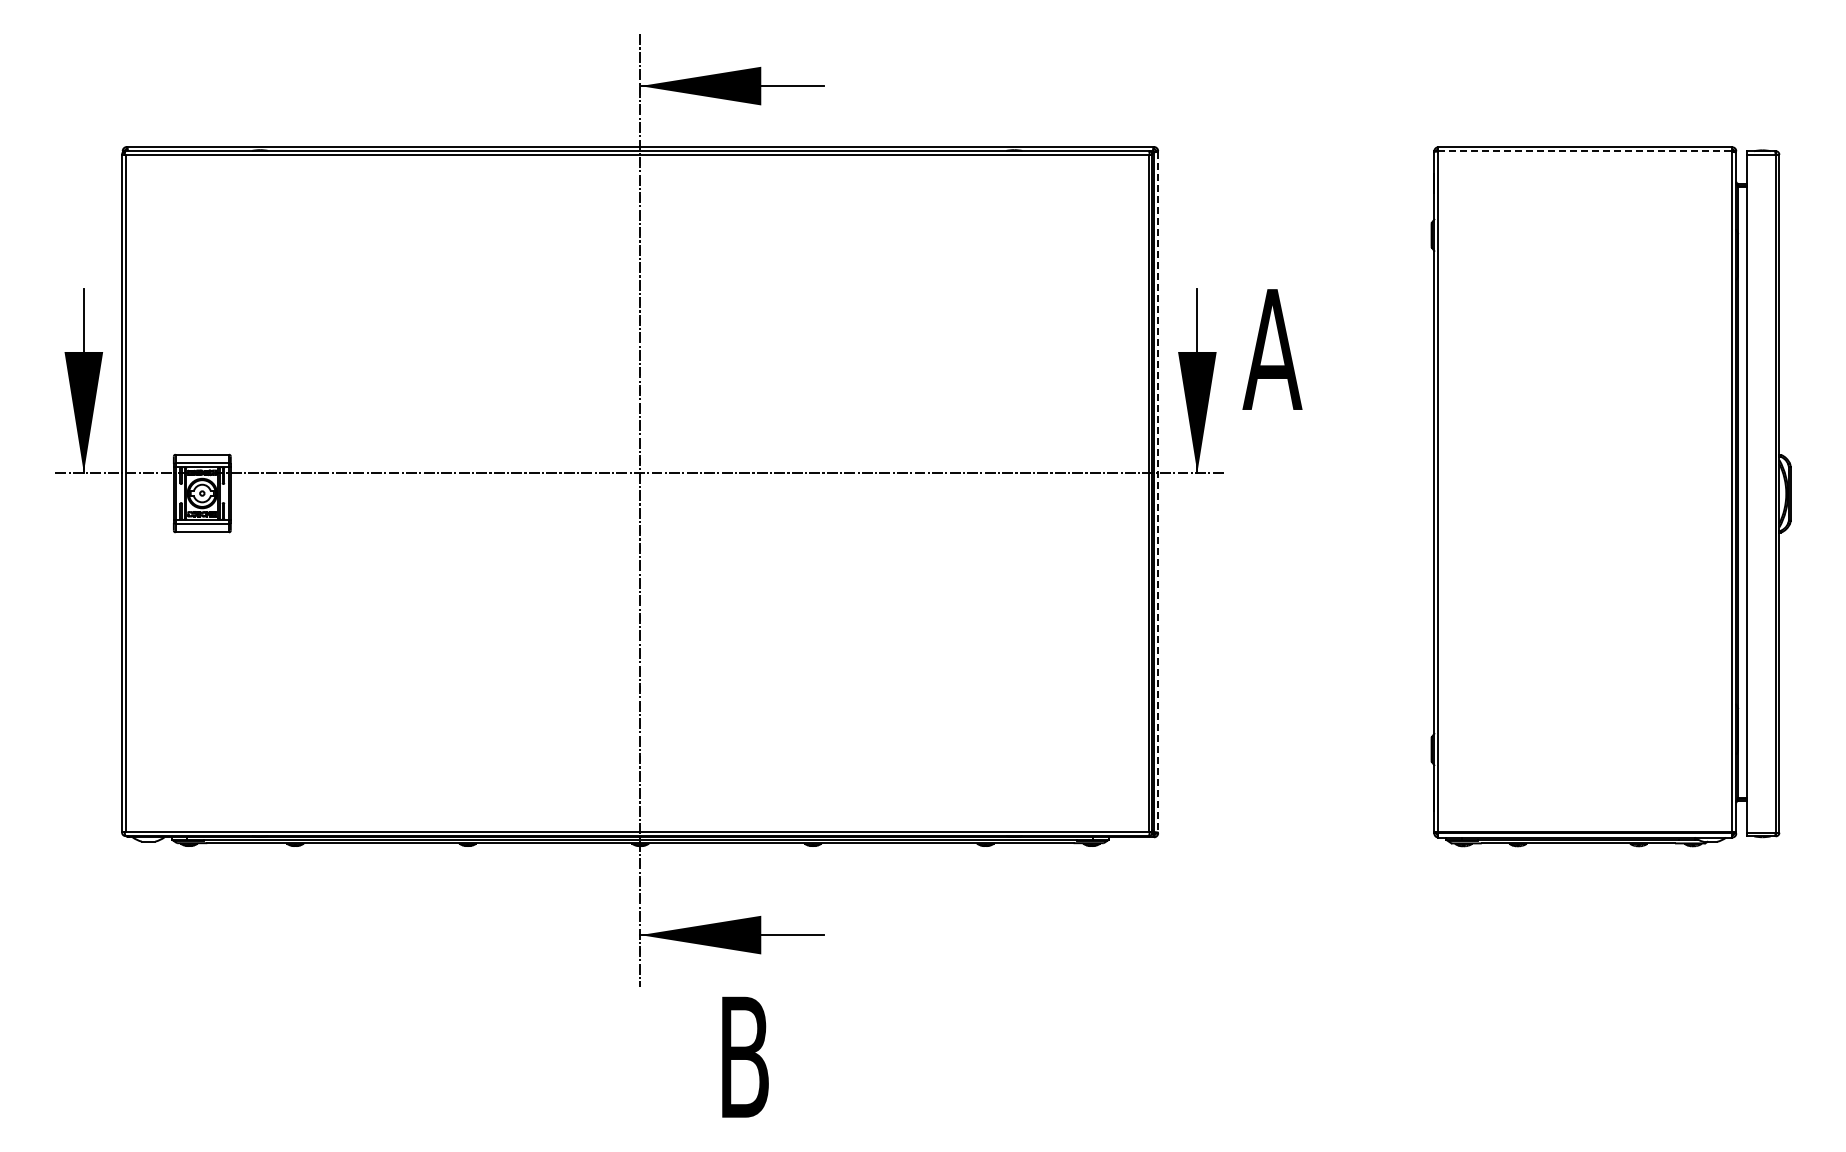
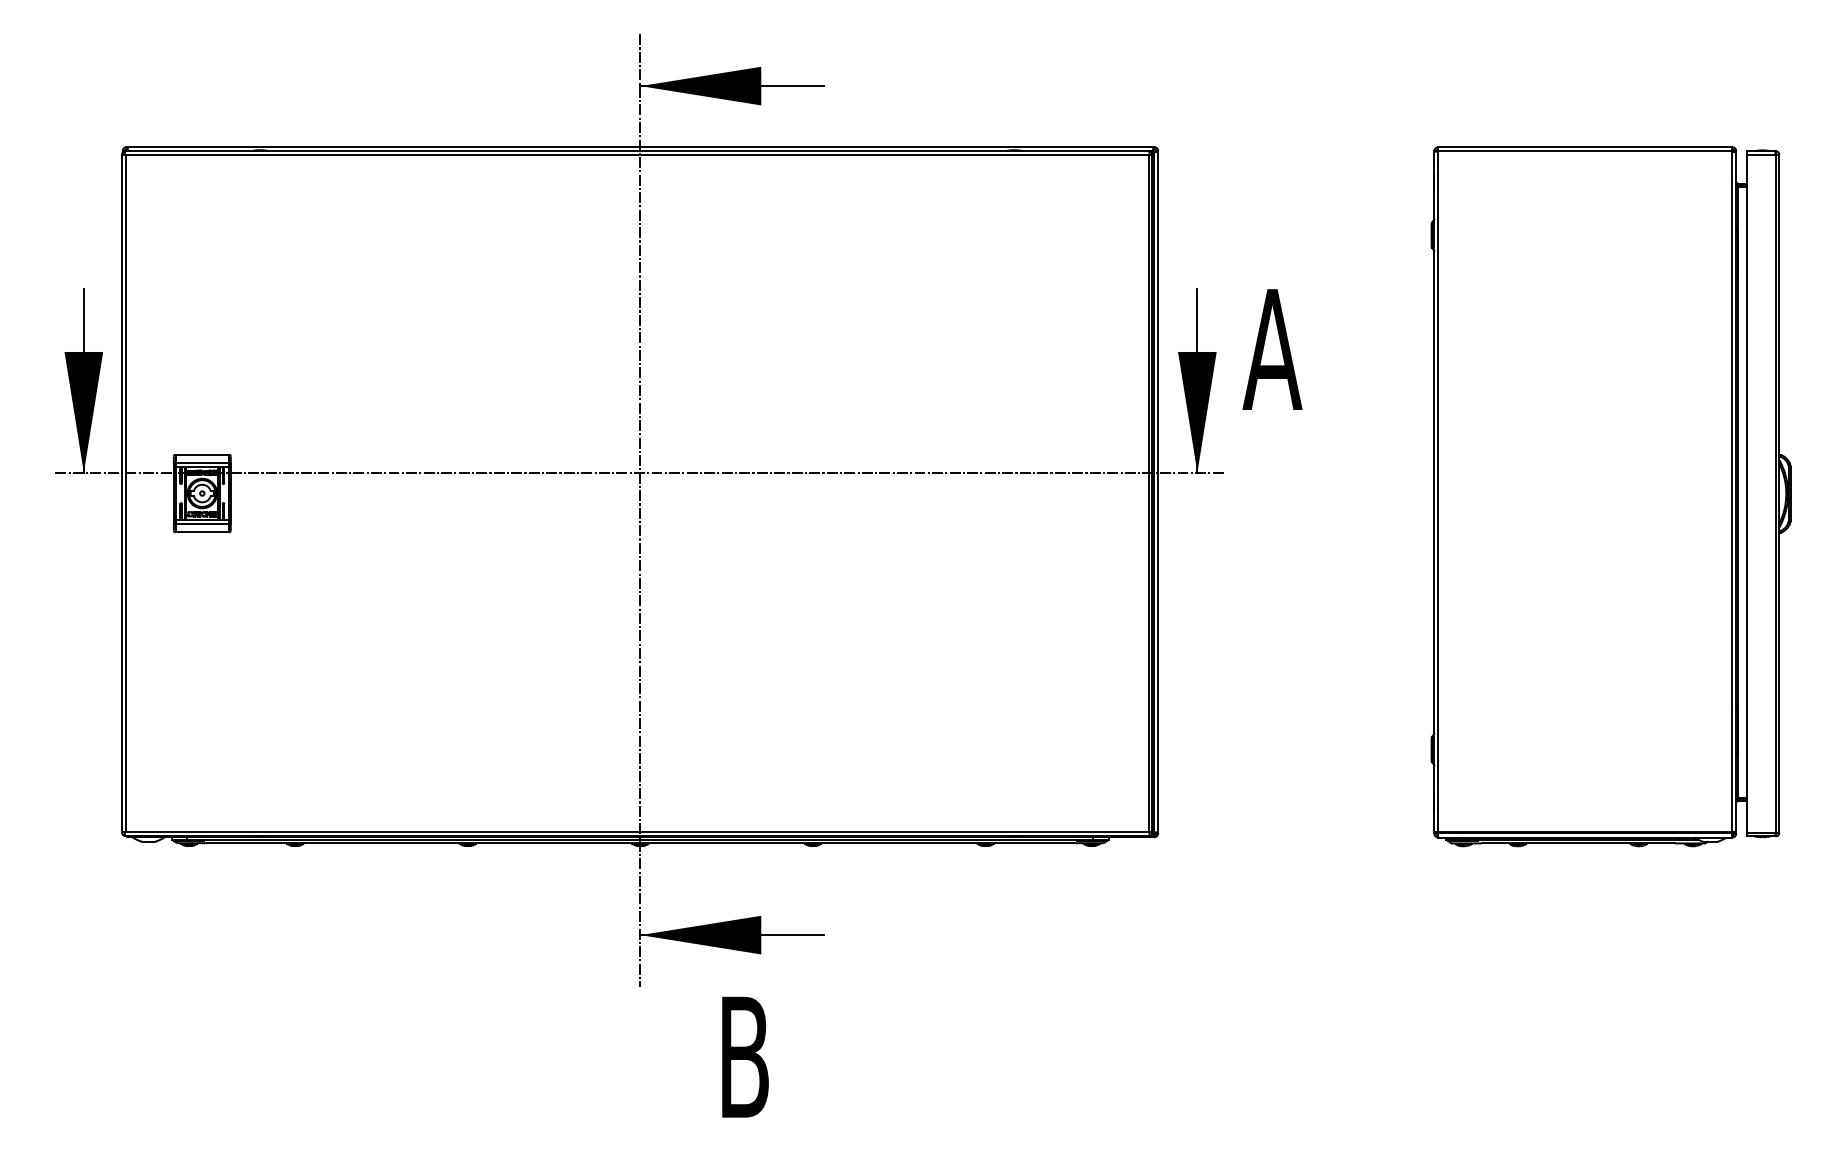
line at (1585, 151): dashed -> solid
line at (1158, 492): dashed -> solid
